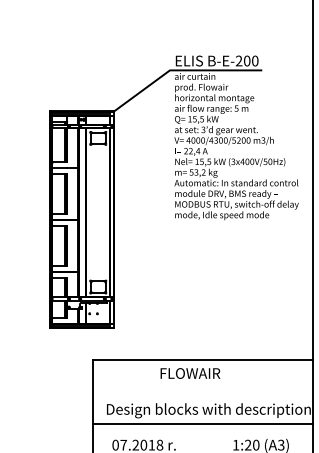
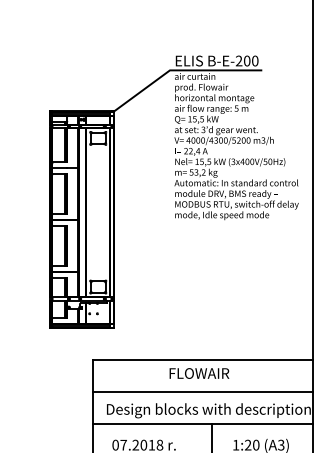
text at (190, 373) position: (190, 373) -> (199, 373)
line at (202, 391): none -> present
line at (212, 436): none -> present
